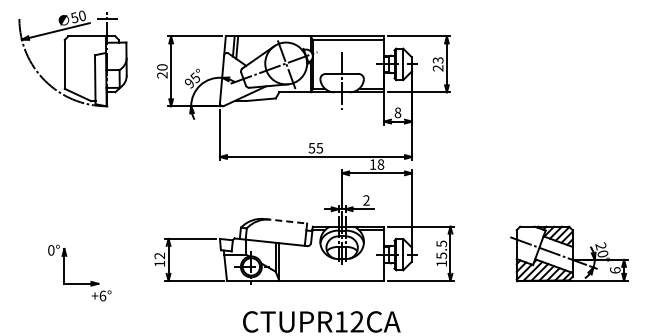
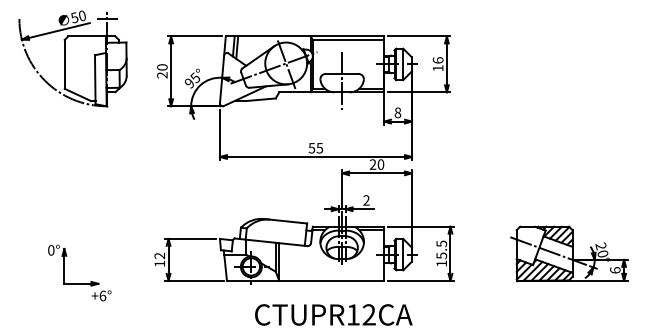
text at (437, 64): 23 -> 16
text at (376, 164): 18 -> 20
line at (285, 221): dashed -> solid
text at (321, 321) position: (321, 321) -> (333, 314)
